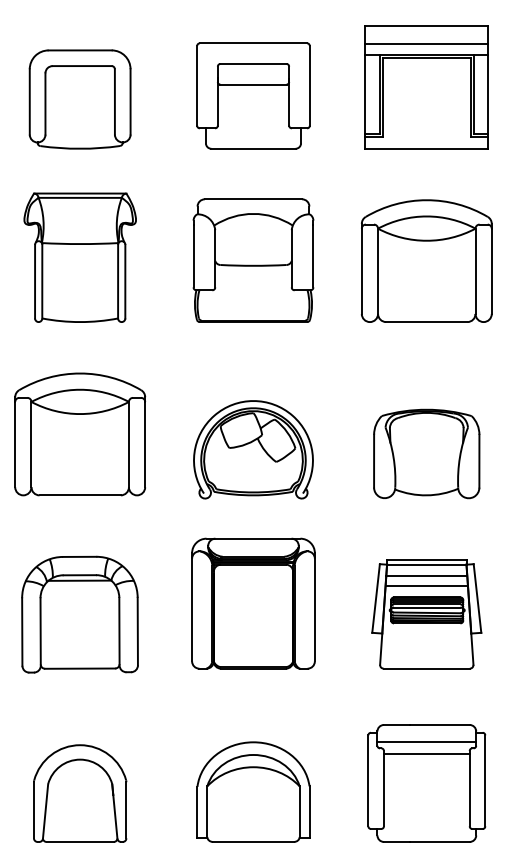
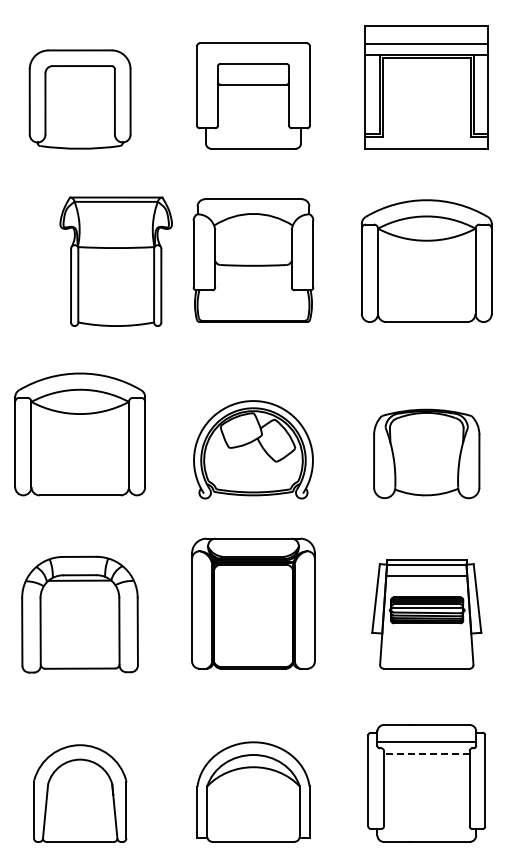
part at (79, 257) position: (79, 257) -> (115, 261)
line at (426, 586): present -> none
line at (426, 753): solid -> dashed
